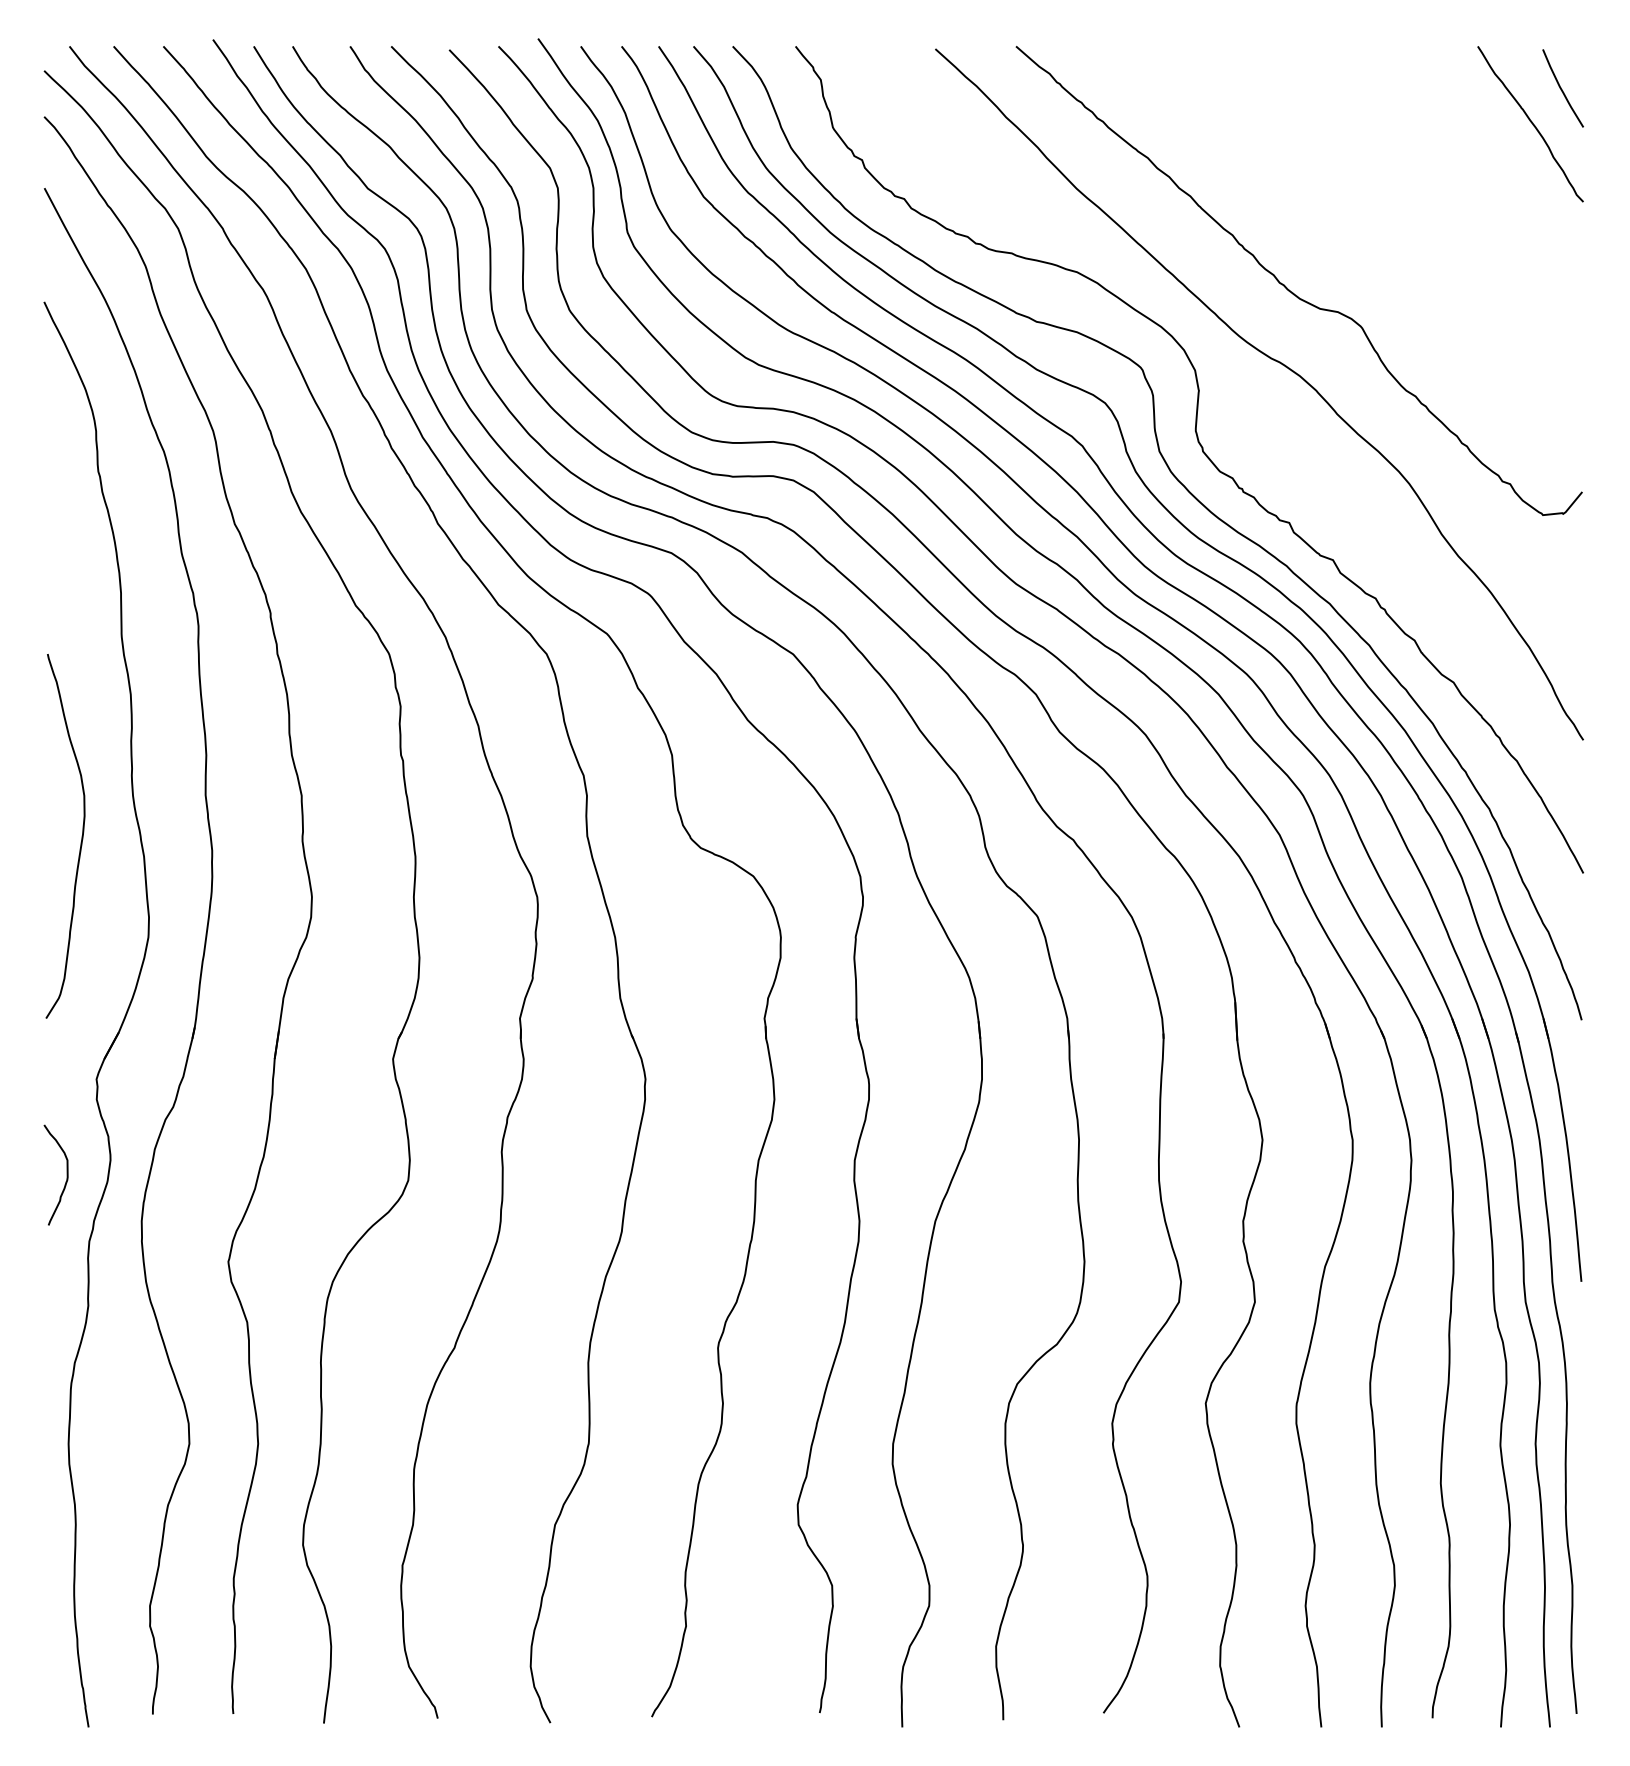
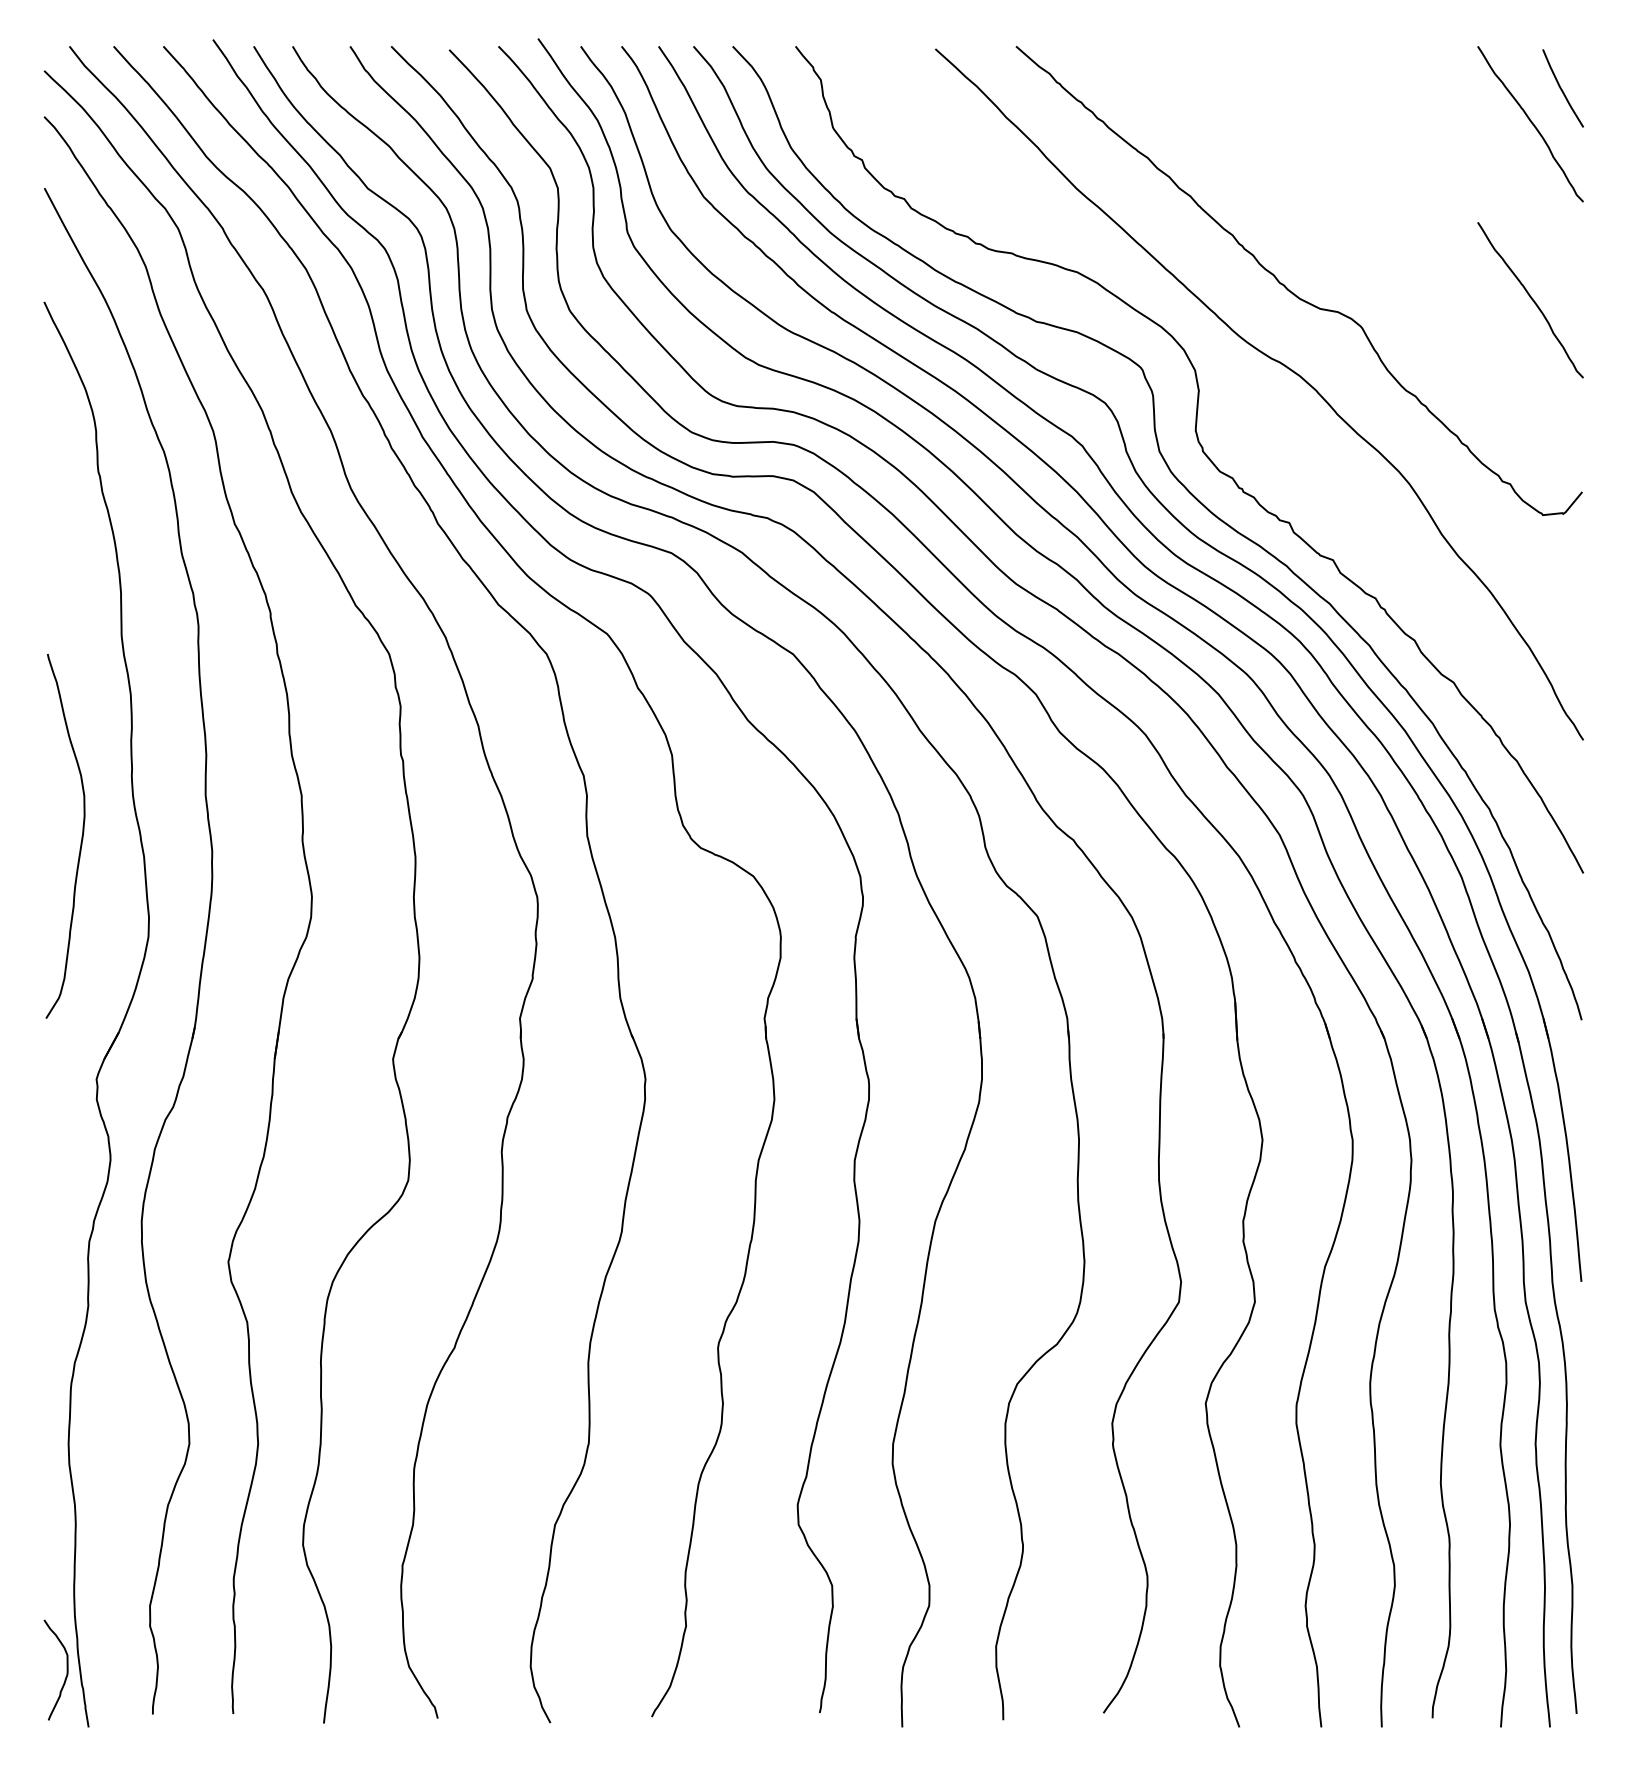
curve at (1531, 299): none -> present
curve at (66, 1174) position: (66, 1174) -> (66, 1669)
